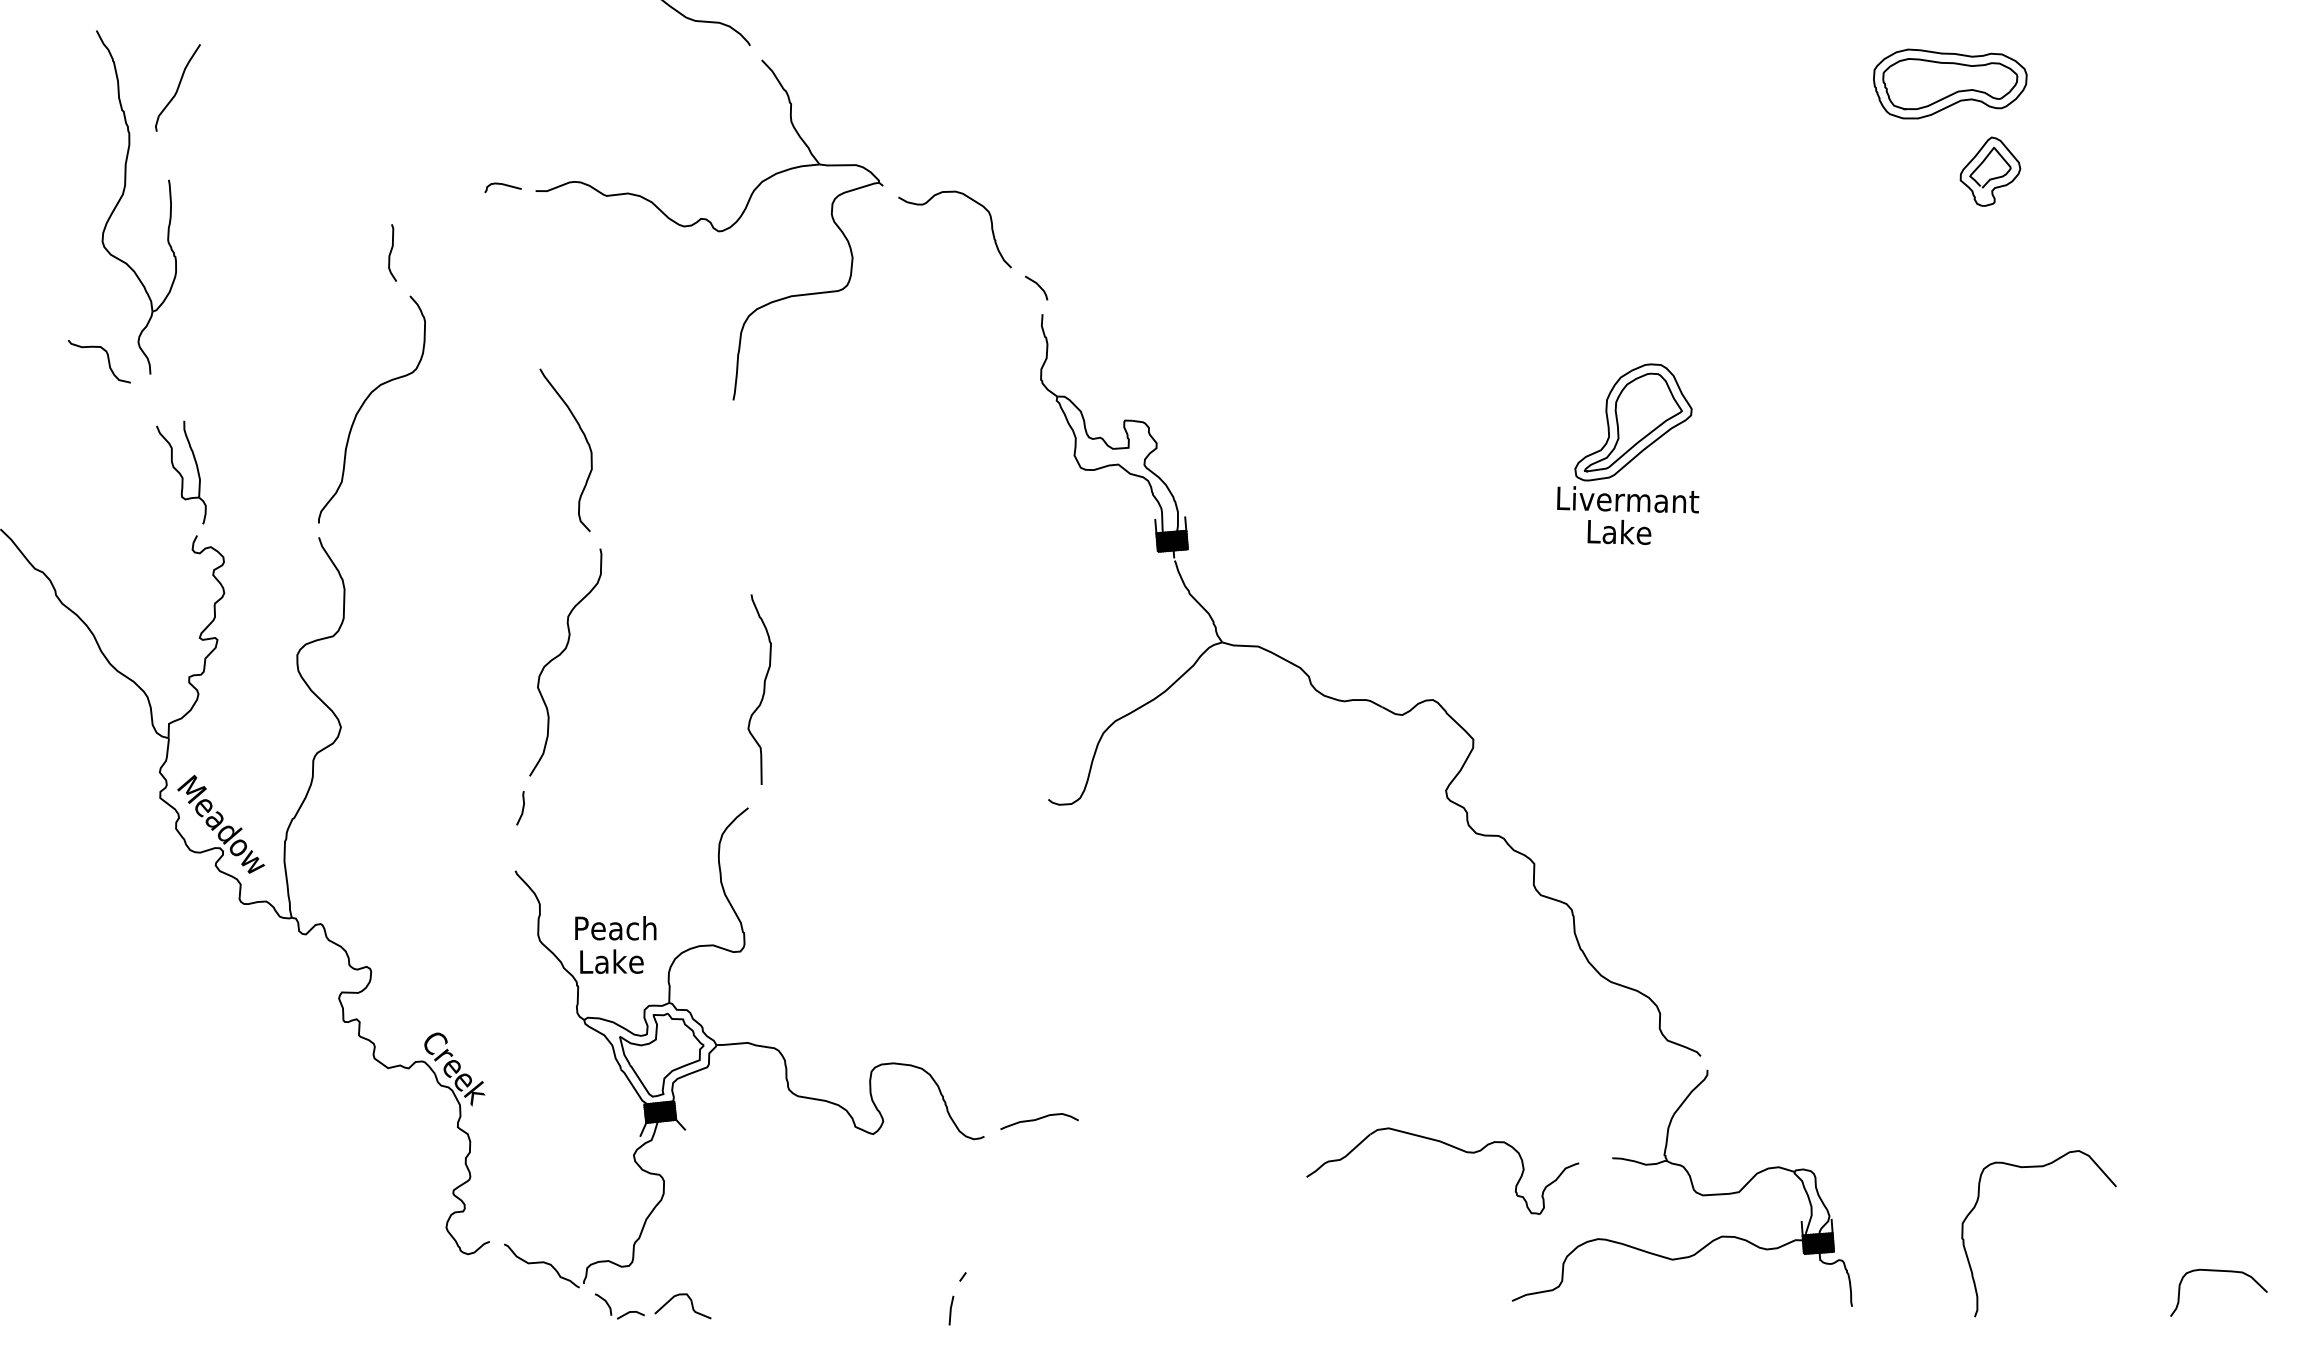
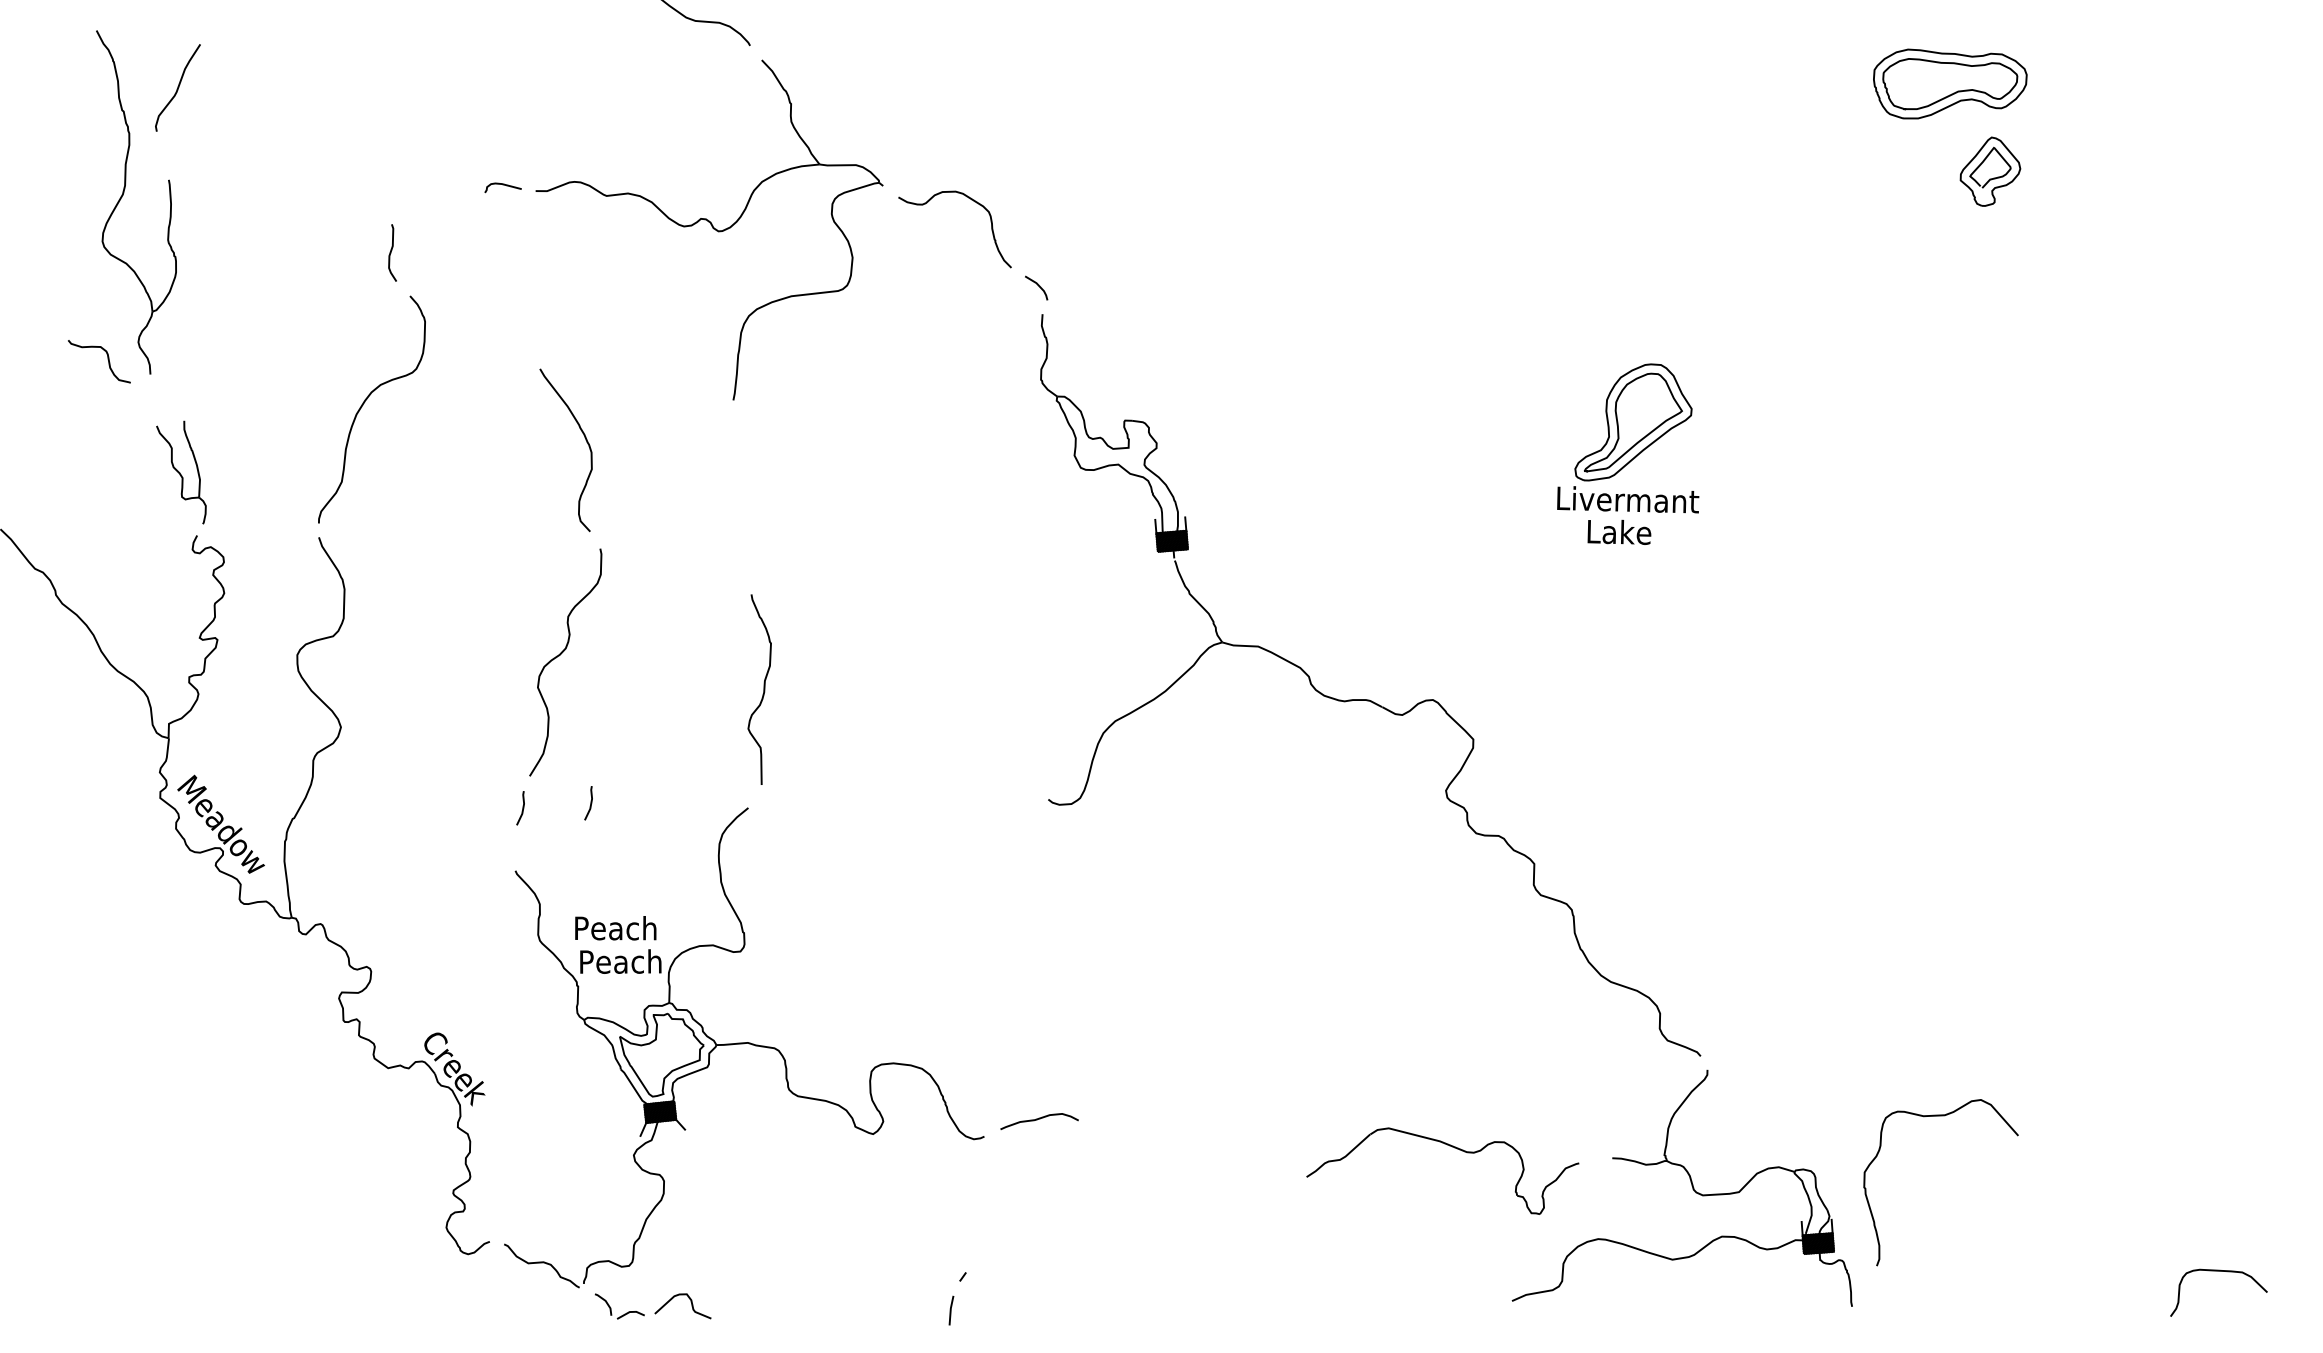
line at (590, 803): none -> present
text at (622, 961): Lake -> Peach
curve at (2038, 1167) position: (2038, 1167) -> (1940, 1116)
